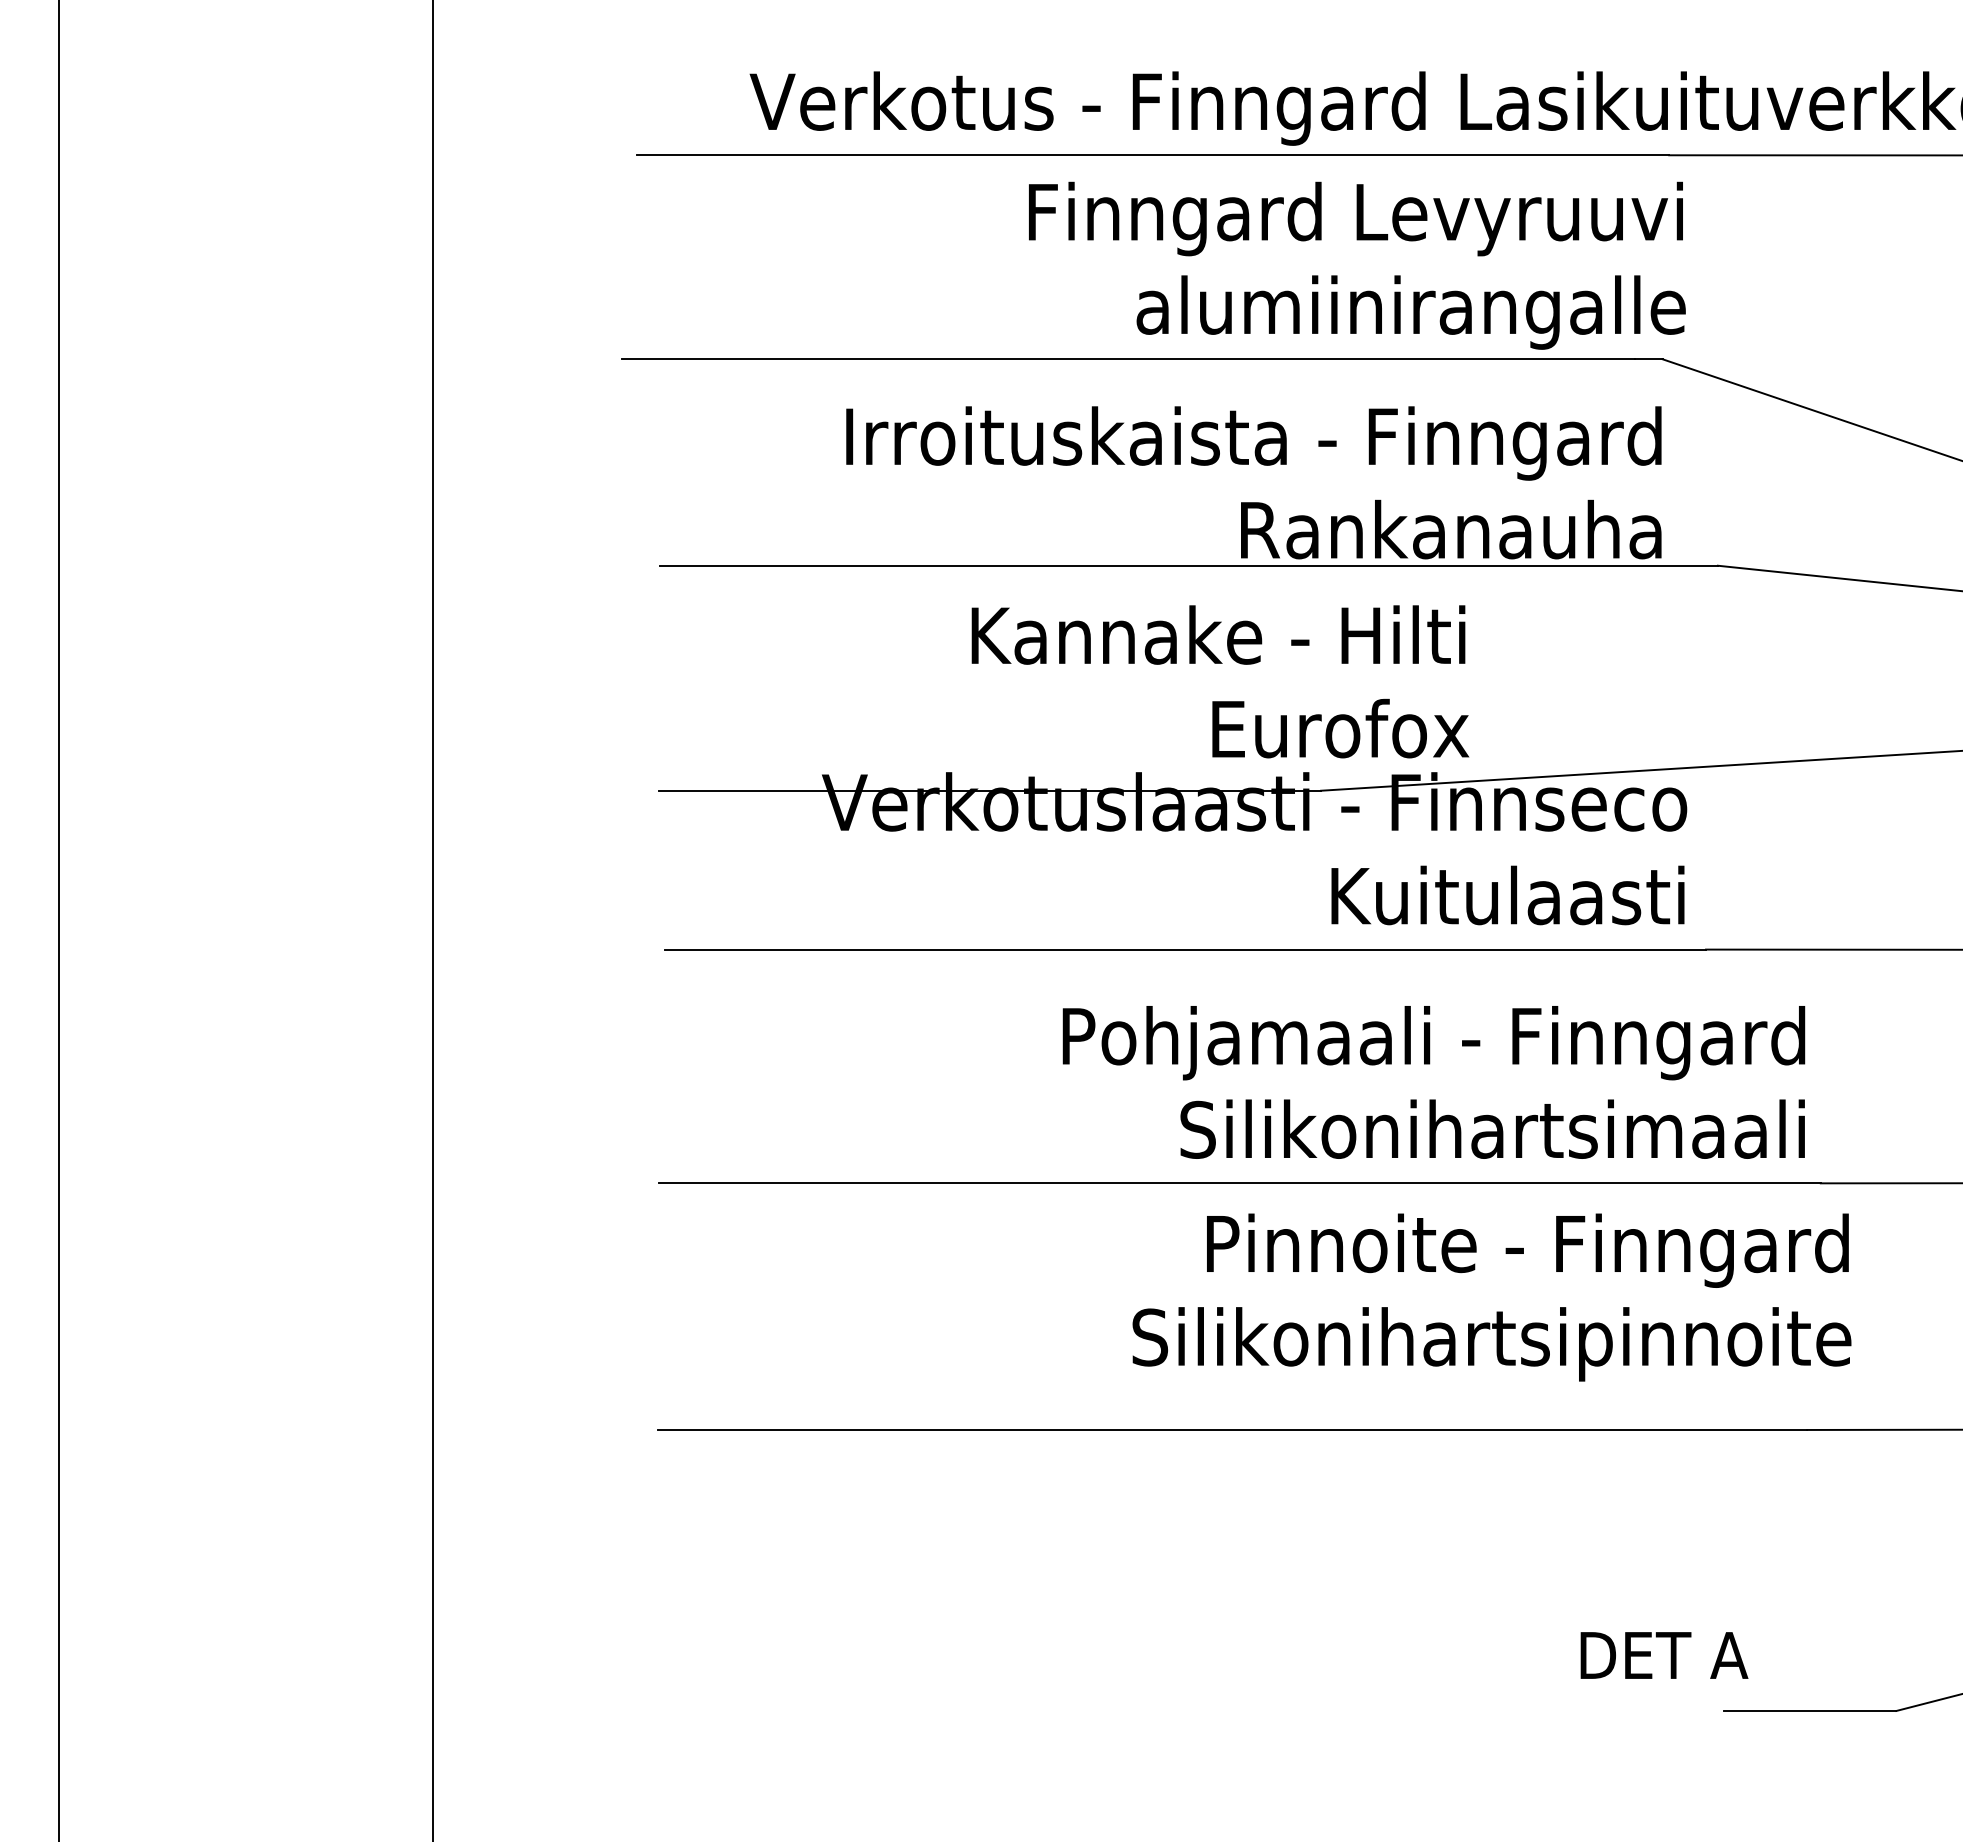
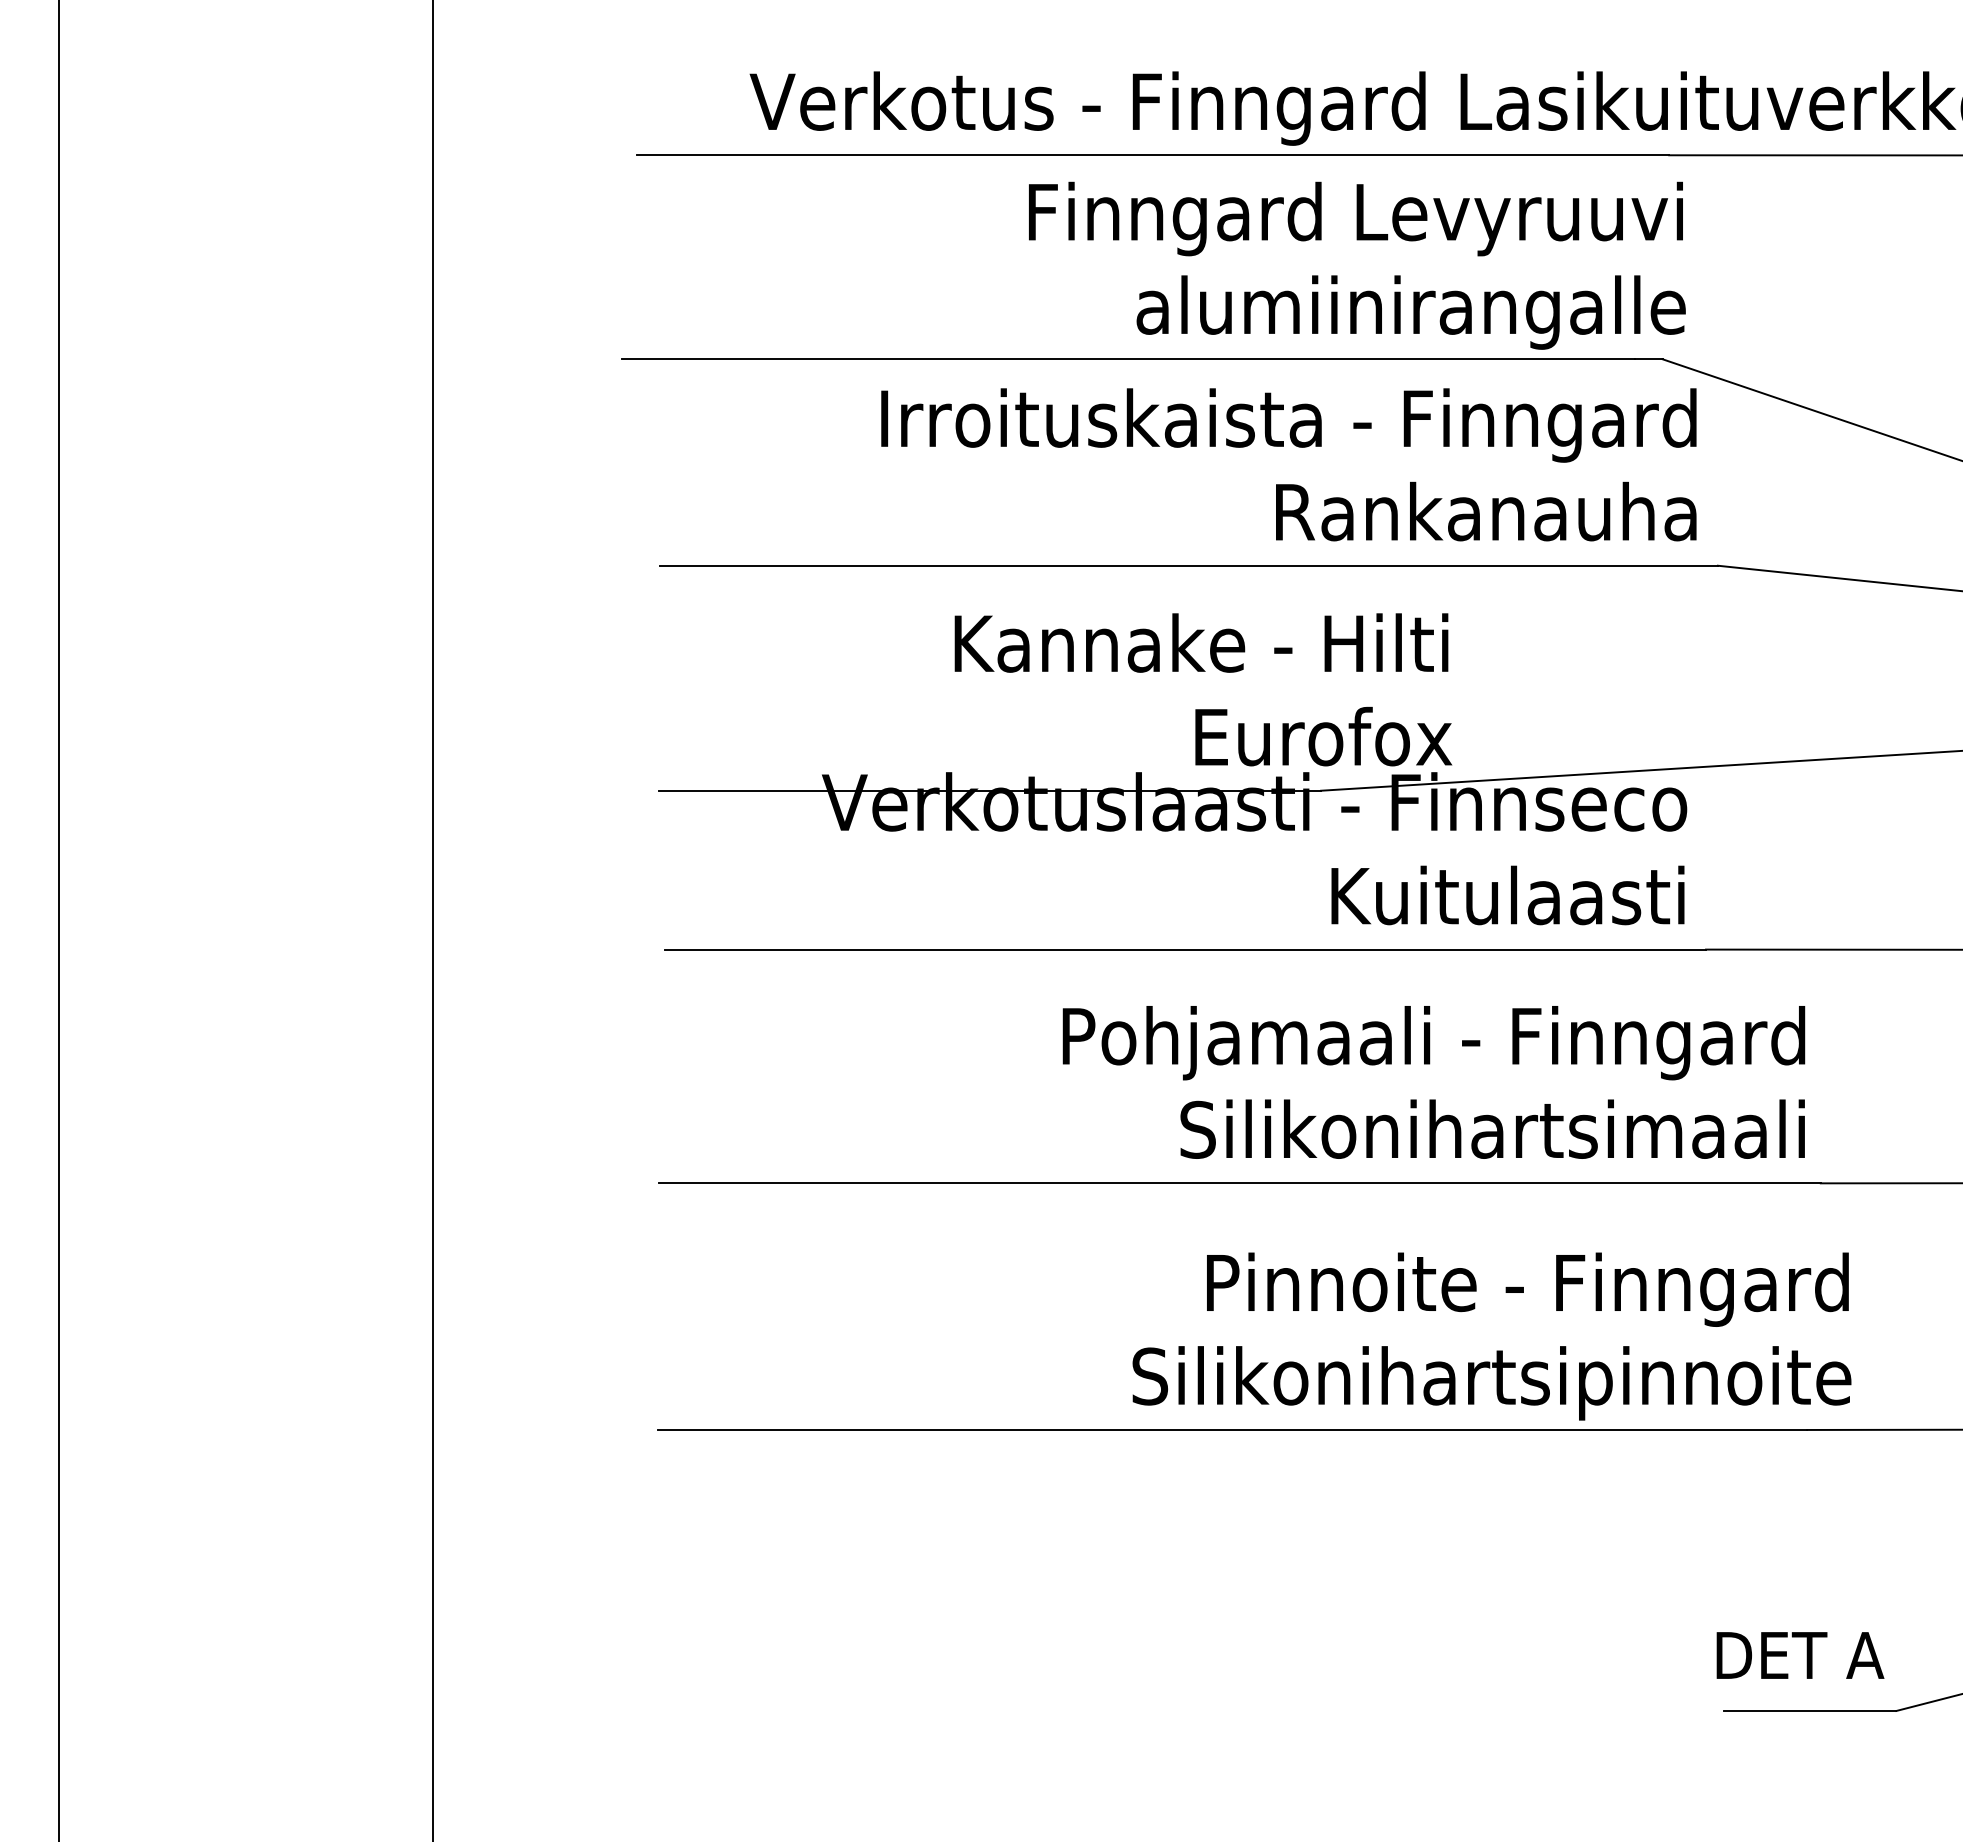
text at (1253, 482) position: (1253, 482) -> (1288, 464)
text at (1220, 681) position: (1220, 681) -> (1203, 689)
text at (1491, 1297) position: (1491, 1297) -> (1491, 1336)
text at (1664, 1655) position: (1664, 1655) -> (1800, 1655)
